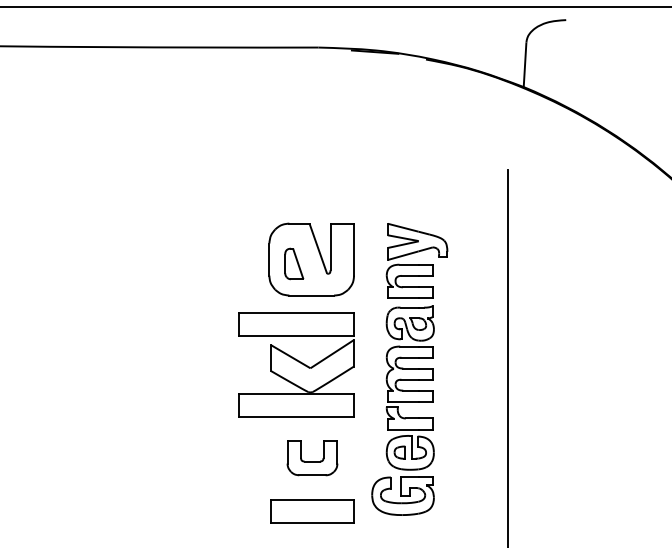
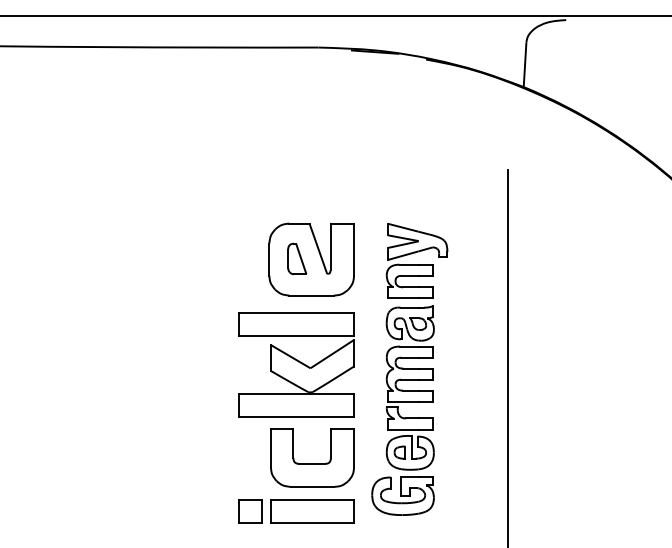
line at (335, 7) position: (335, 7) -> (335, 16)
part at (294, 263) position: (294, 263) -> (297, 258)
part at (312, 458) size: 53x37 px -> 85x60 px
part at (250, 511): none -> present
